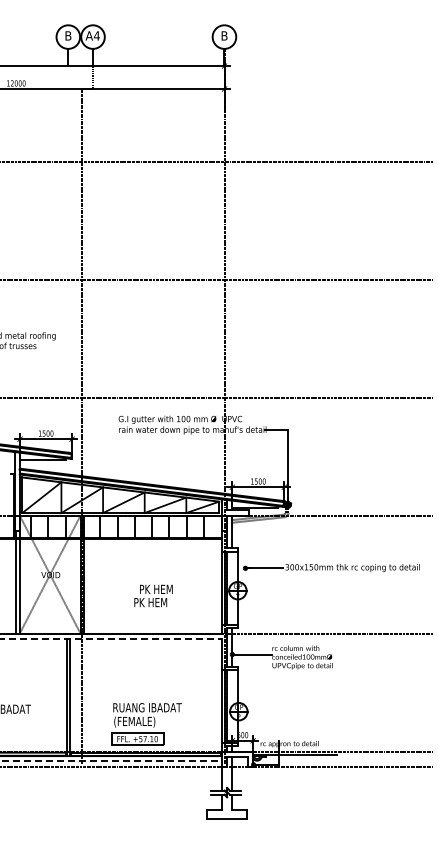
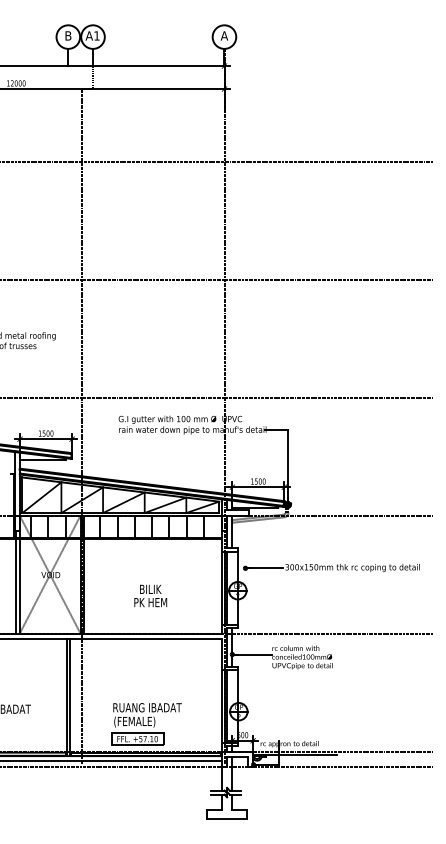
text at (96, 35): A4 -> A1
text at (224, 35): B -> A
text at (156, 588): PK HEM -> BILIK
line at (111, 638): dashed -> solid
line at (111, 761): dashed -> solid
